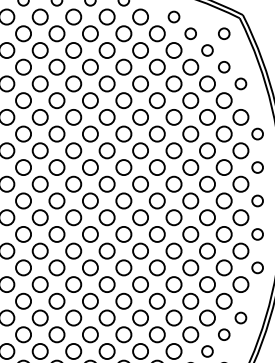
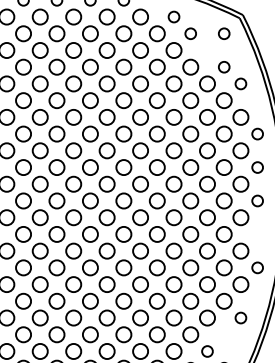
circle at (207, 50): present -> none
circle at (257, 234): present -> none
circle at (224, 334): present -> none
